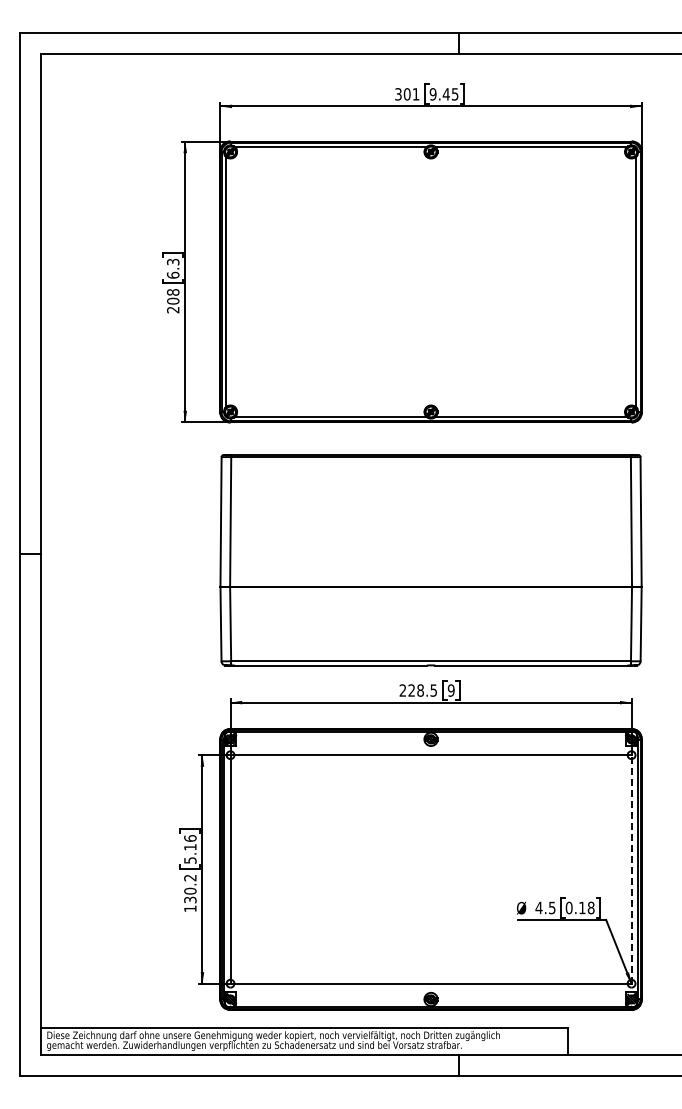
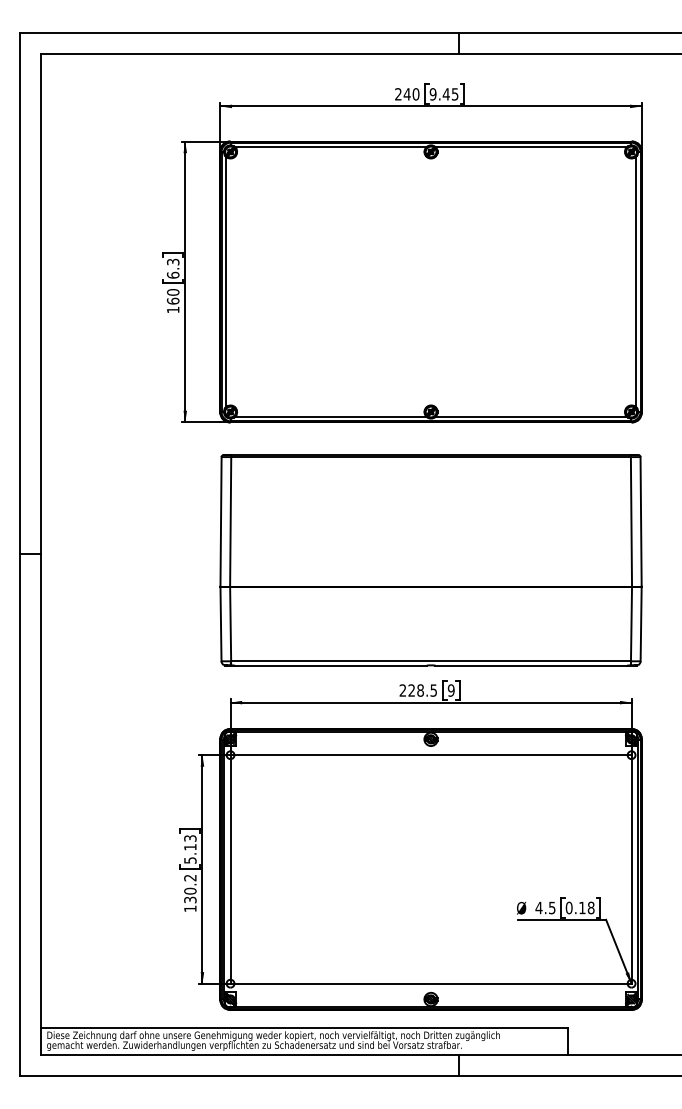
text at (407, 94): 301 -> 240
text at (172, 301): 208 -> 160
text at (190, 838): 5.16 -> 5.13
line at (631, 868): dashed -> solid
